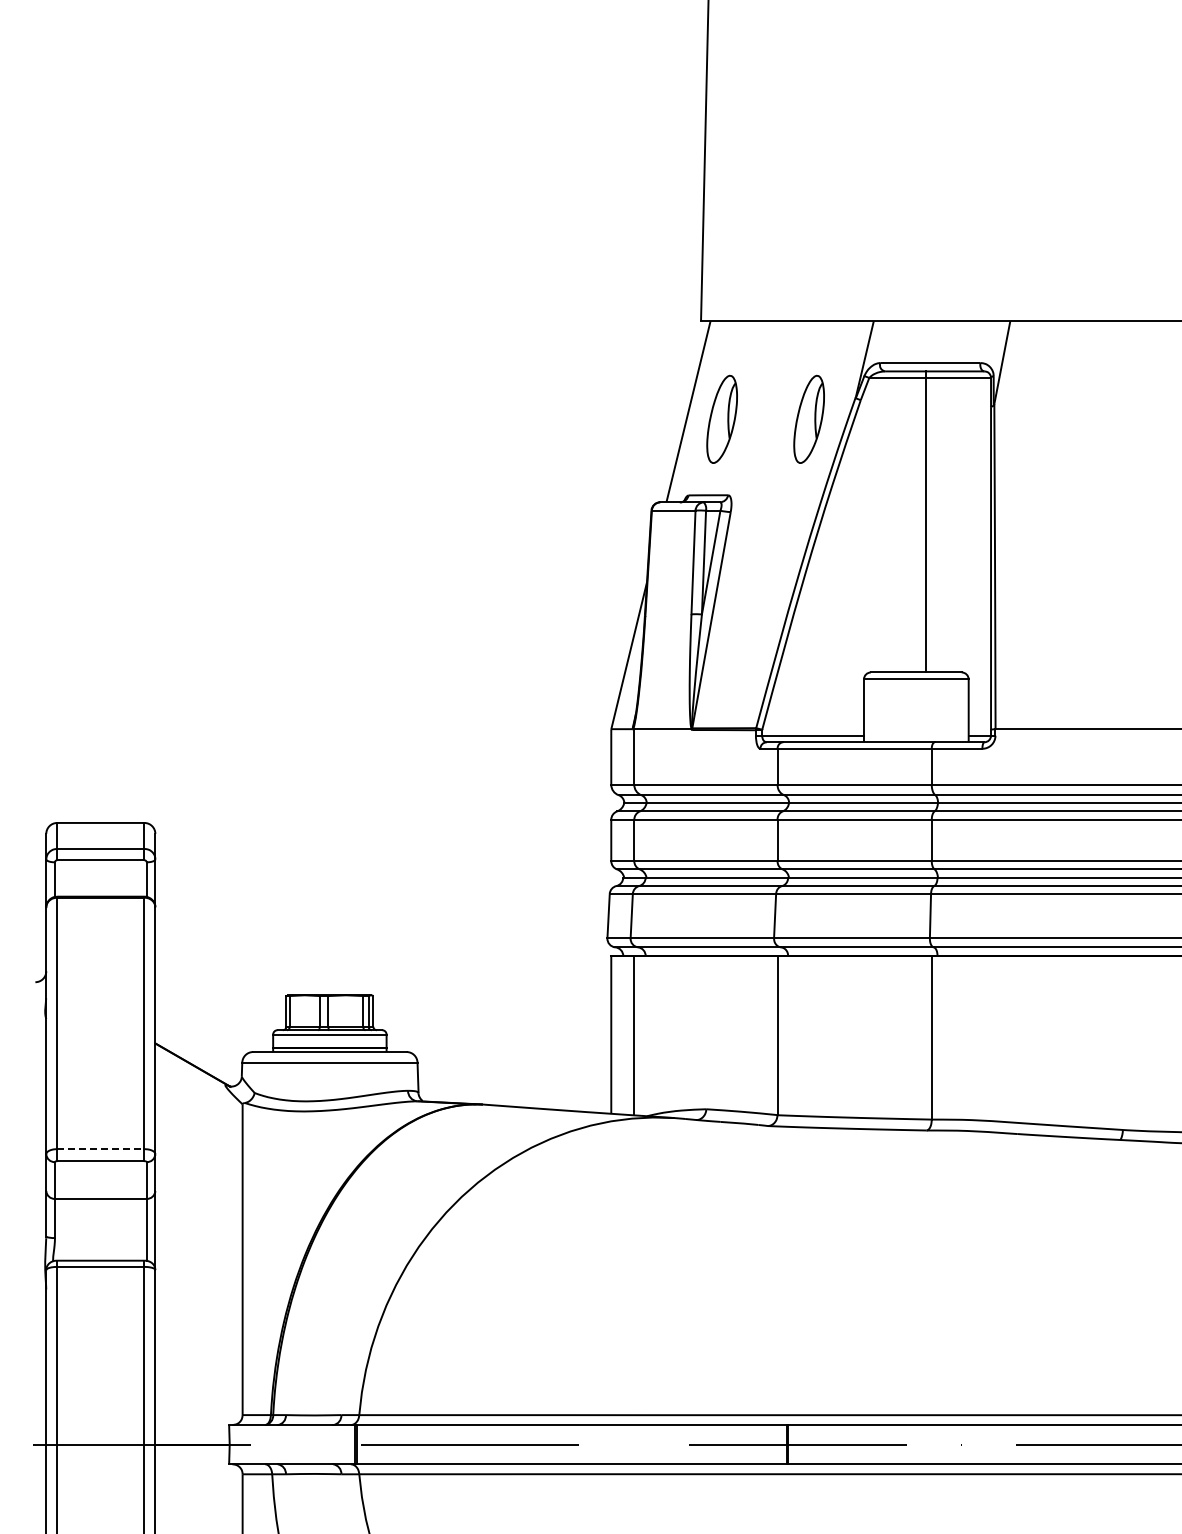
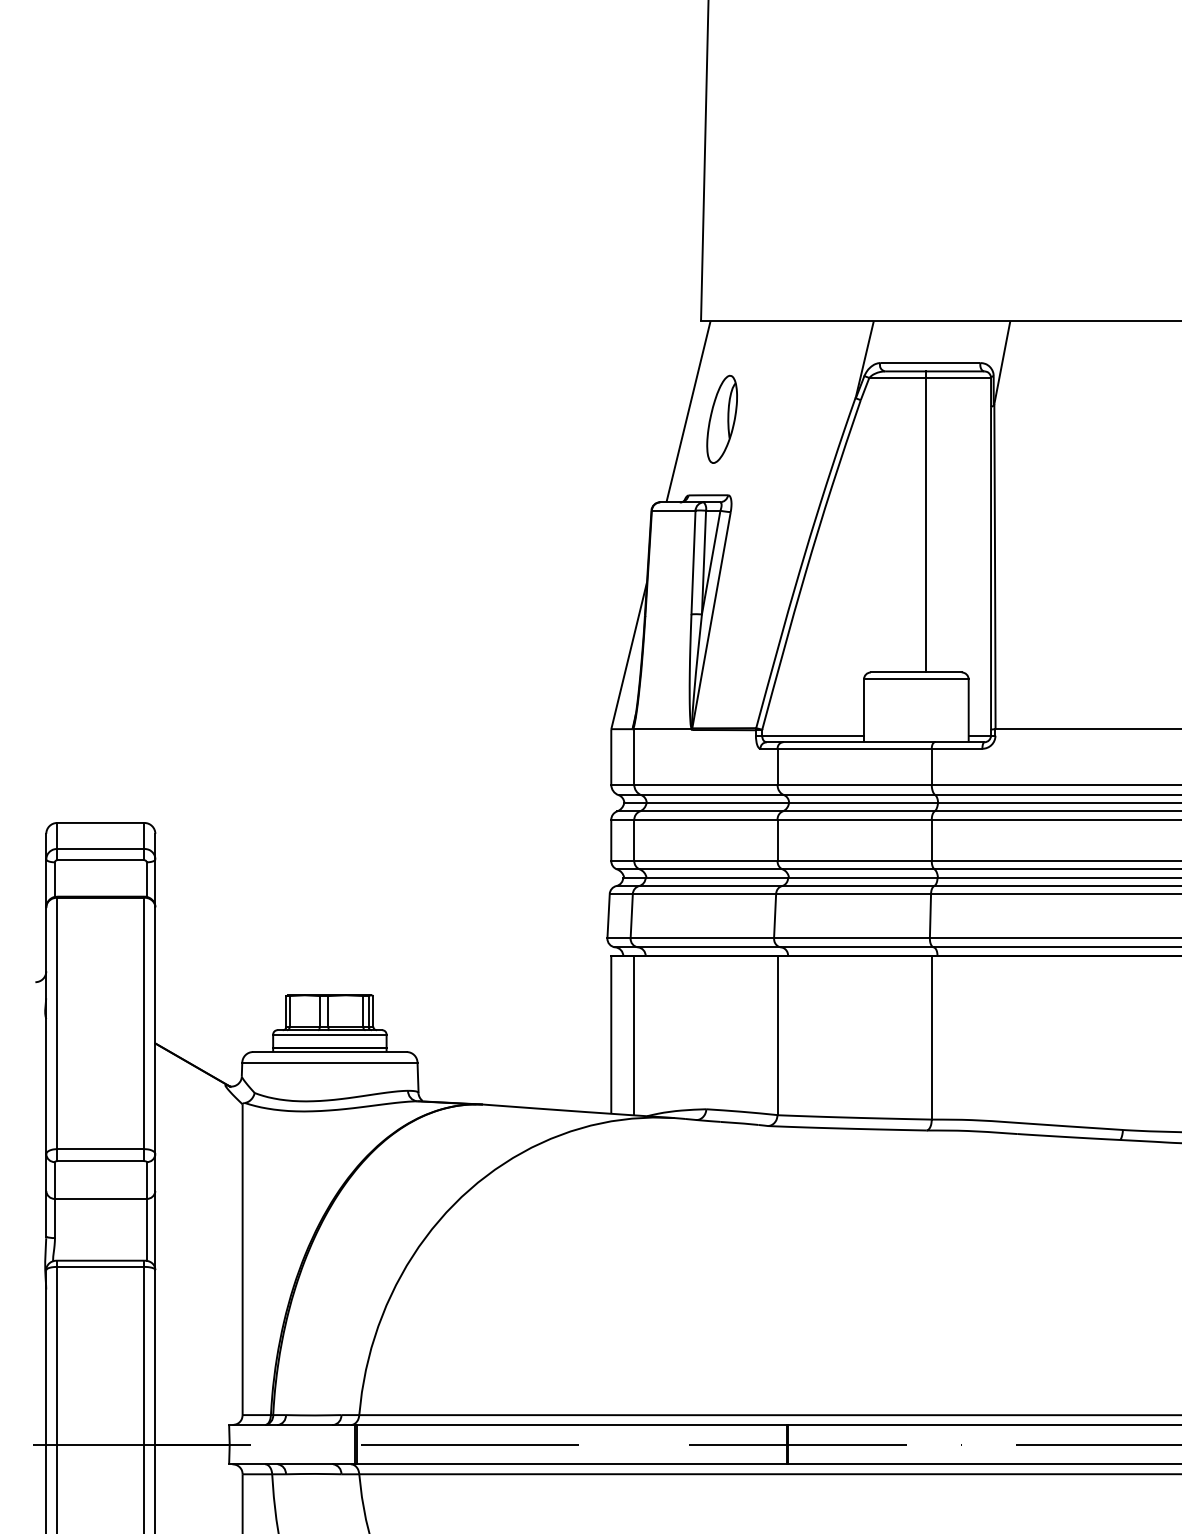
part at (808, 418): present -> none
line at (100, 1149): dashed -> solid
